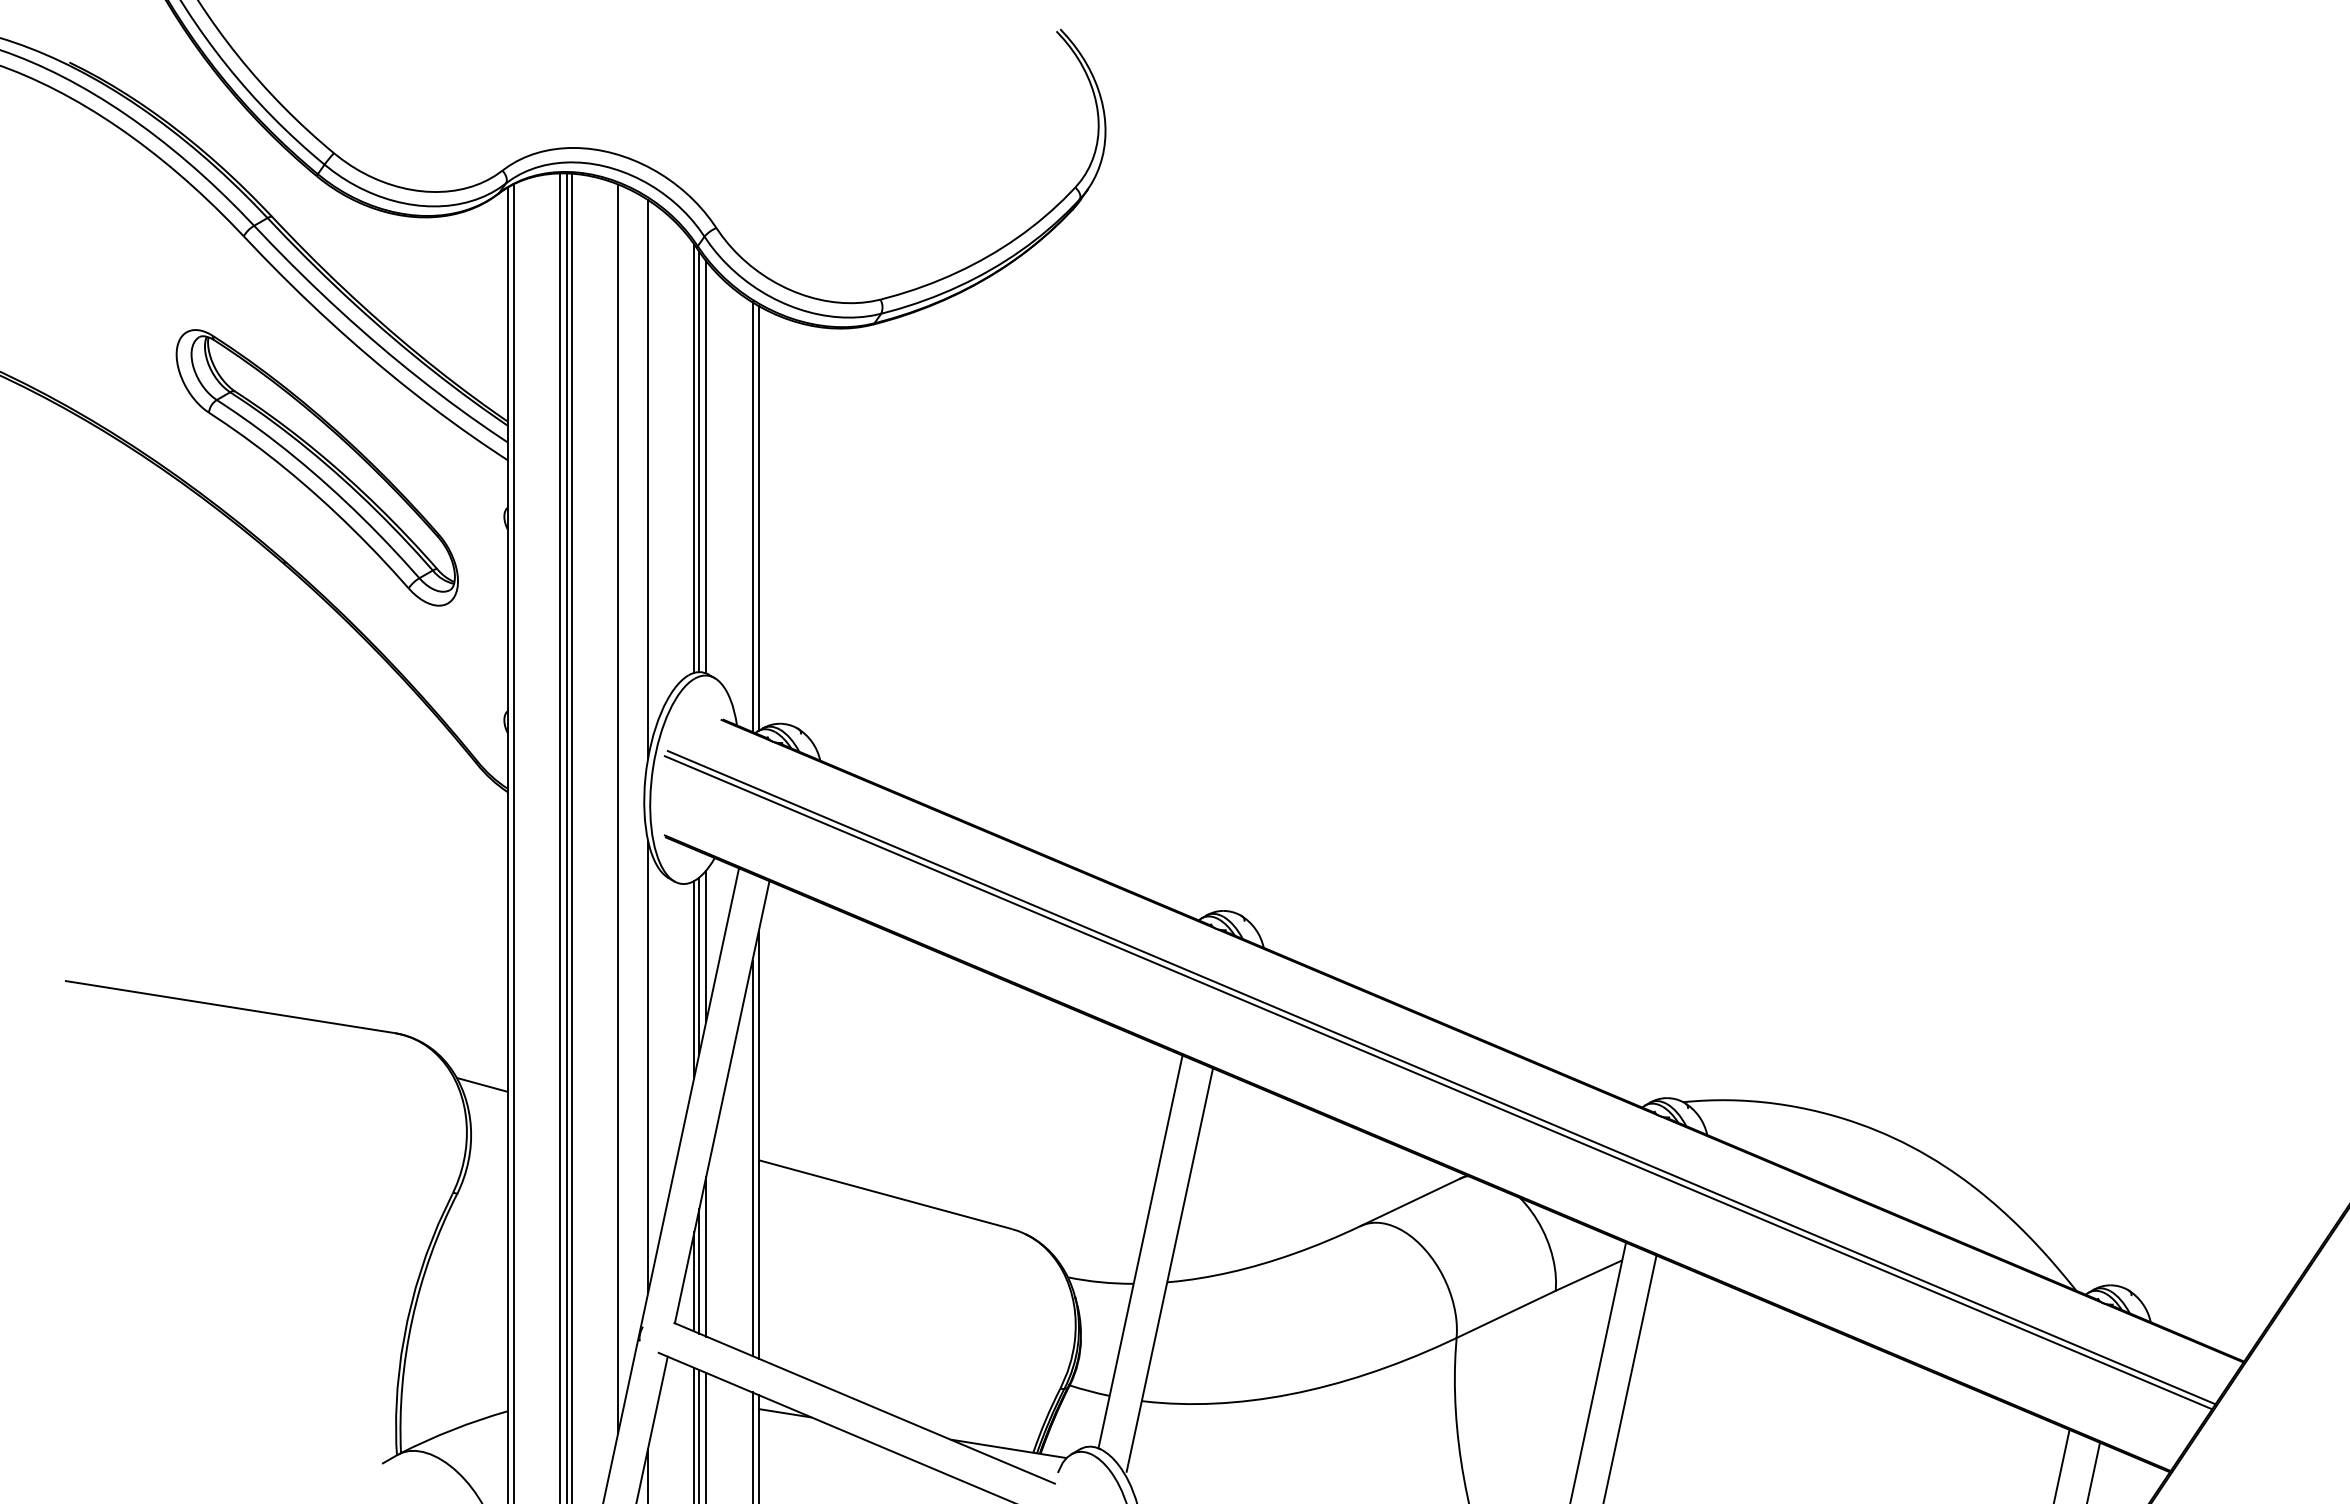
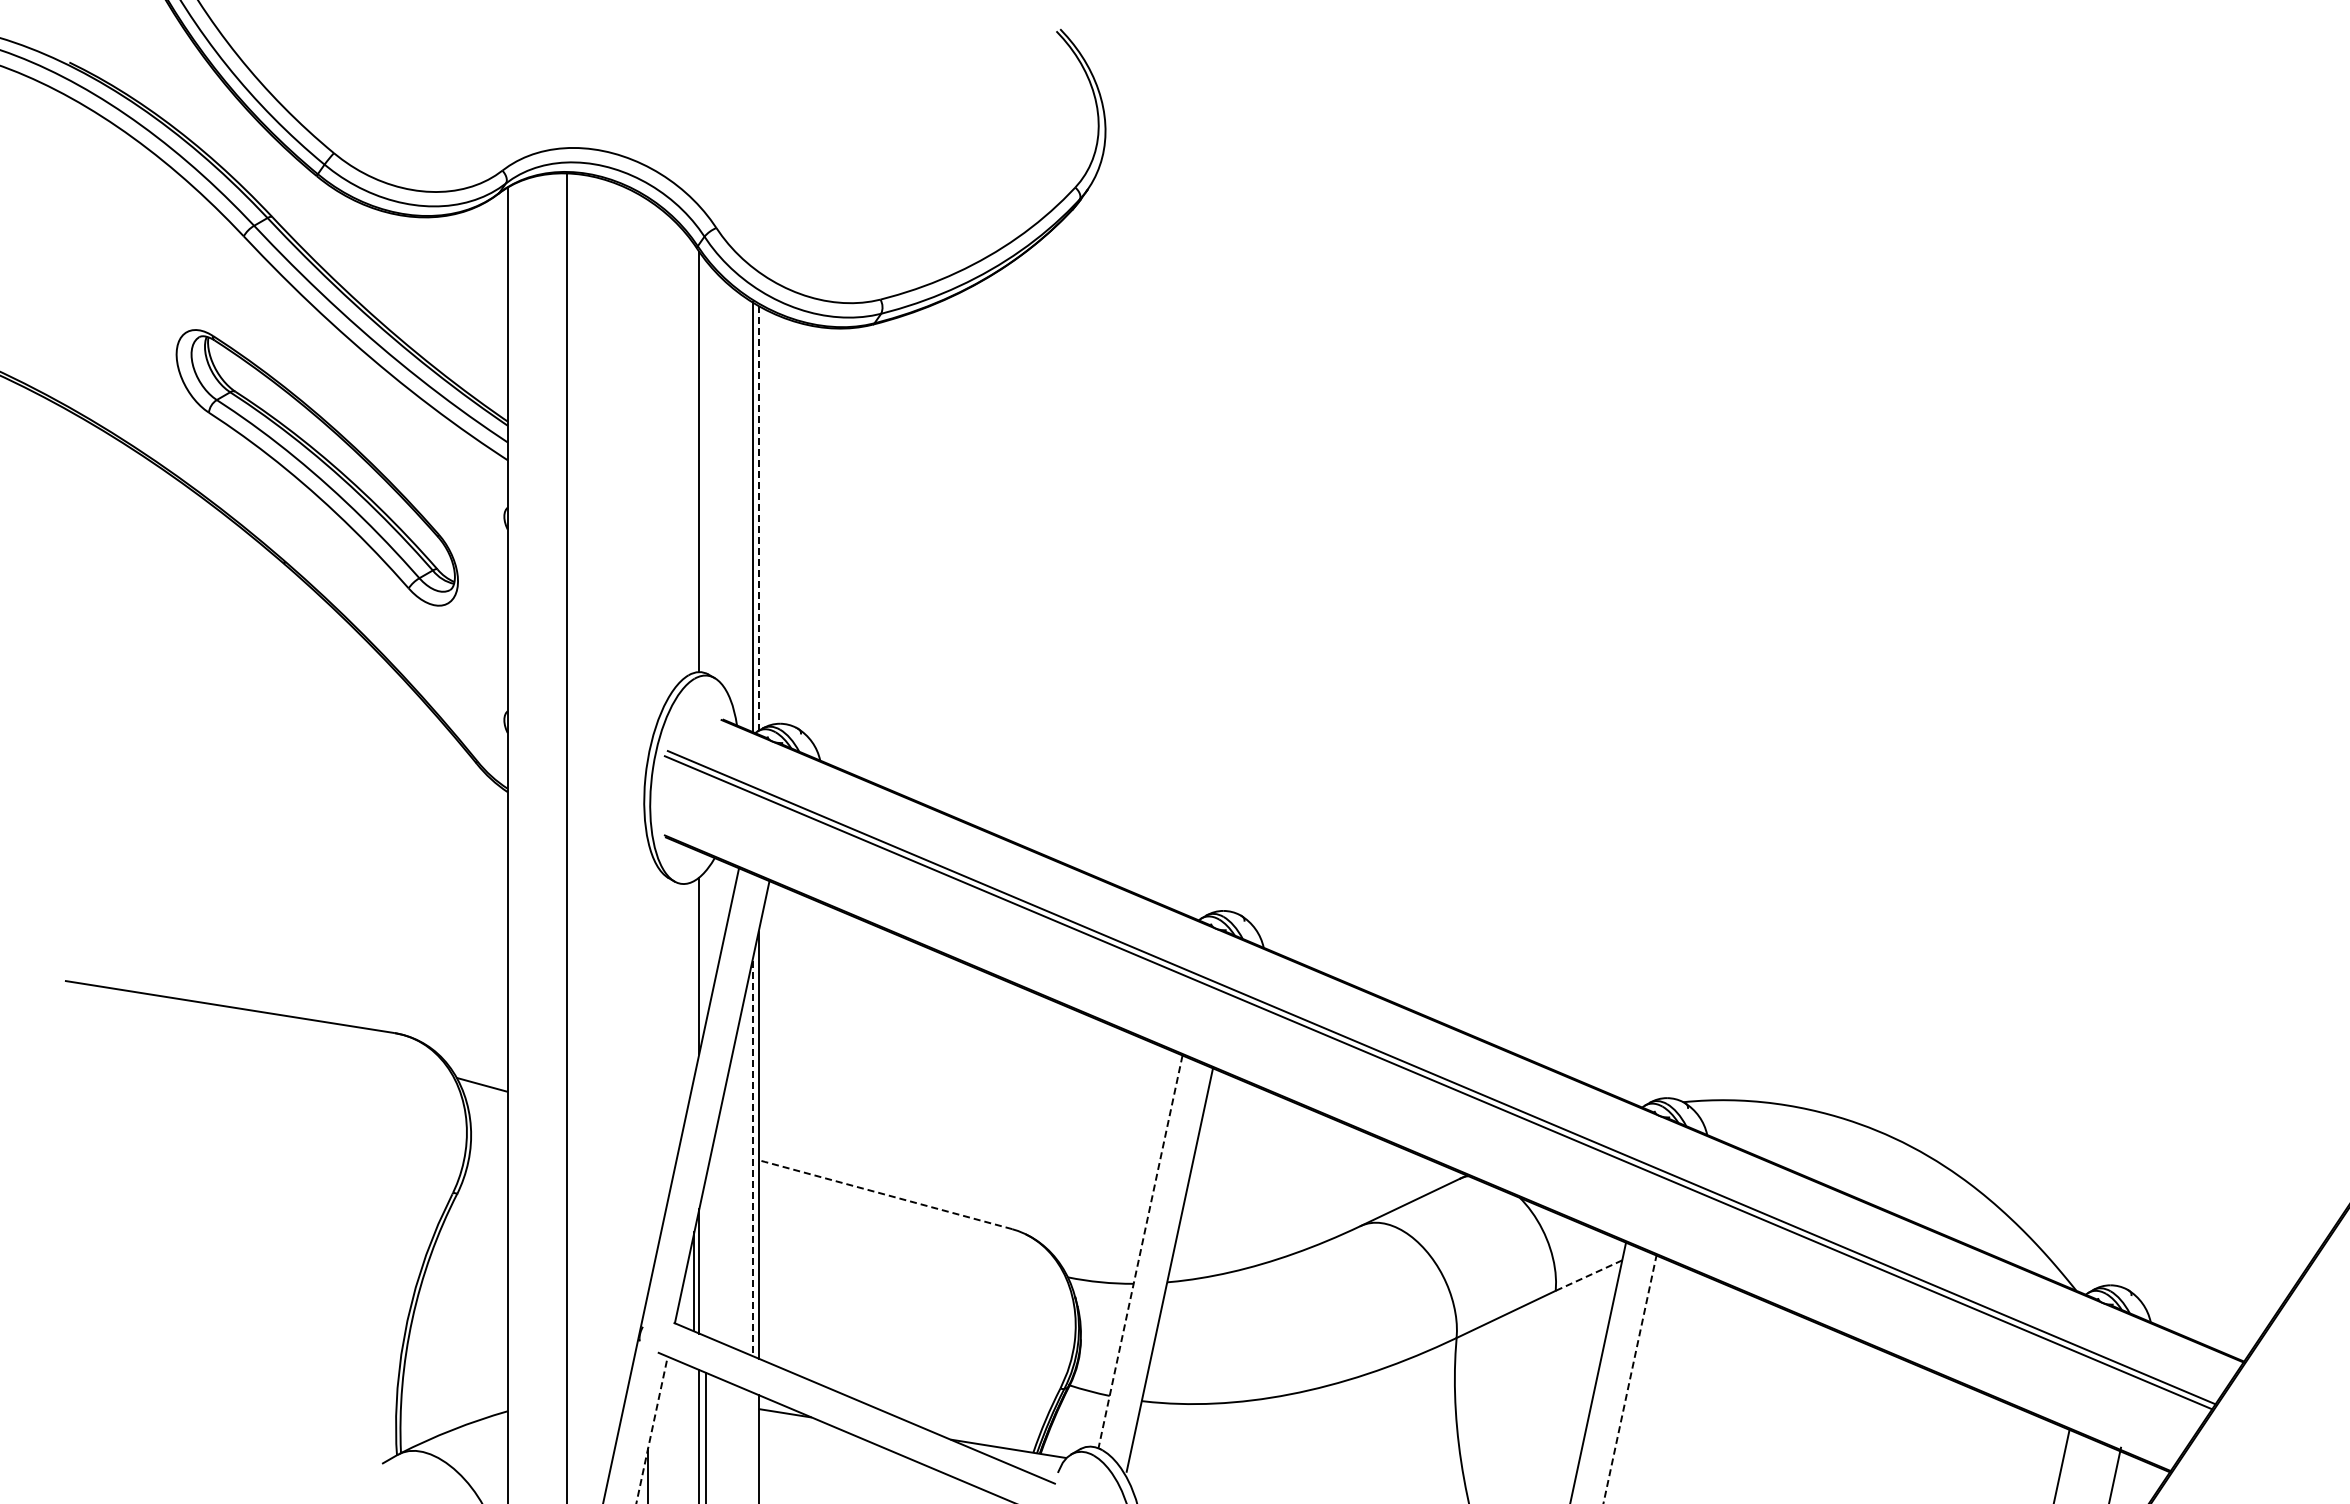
line at (694, 458): present -> none
line at (706, 467): present -> none
line at (648, 479): present -> none
line at (758, 517): solid -> dashed
line at (618, 808): present -> none
line at (560, 836): present -> none
line at (572, 836): present -> none
line at (513, 842): present -> none
line at (706, 945): present -> none
line at (694, 978): present -> none
line at (648, 1066): present -> none
line at (752, 1158): solid -> dashed
line at (884, 1194): solid -> dashed
line at (1140, 1251): solid -> dashed
line at (706, 1256): present -> none
line at (1588, 1275): solid -> dashed
line at (1629, 1379): solid -> dashed
line at (652, 1429): solid -> dashed
line at (694, 1433): present -> none
line at (752, 1446): present -> none
line at (2093, 1471) position: (2093, 1471) -> (2115, 1473)
